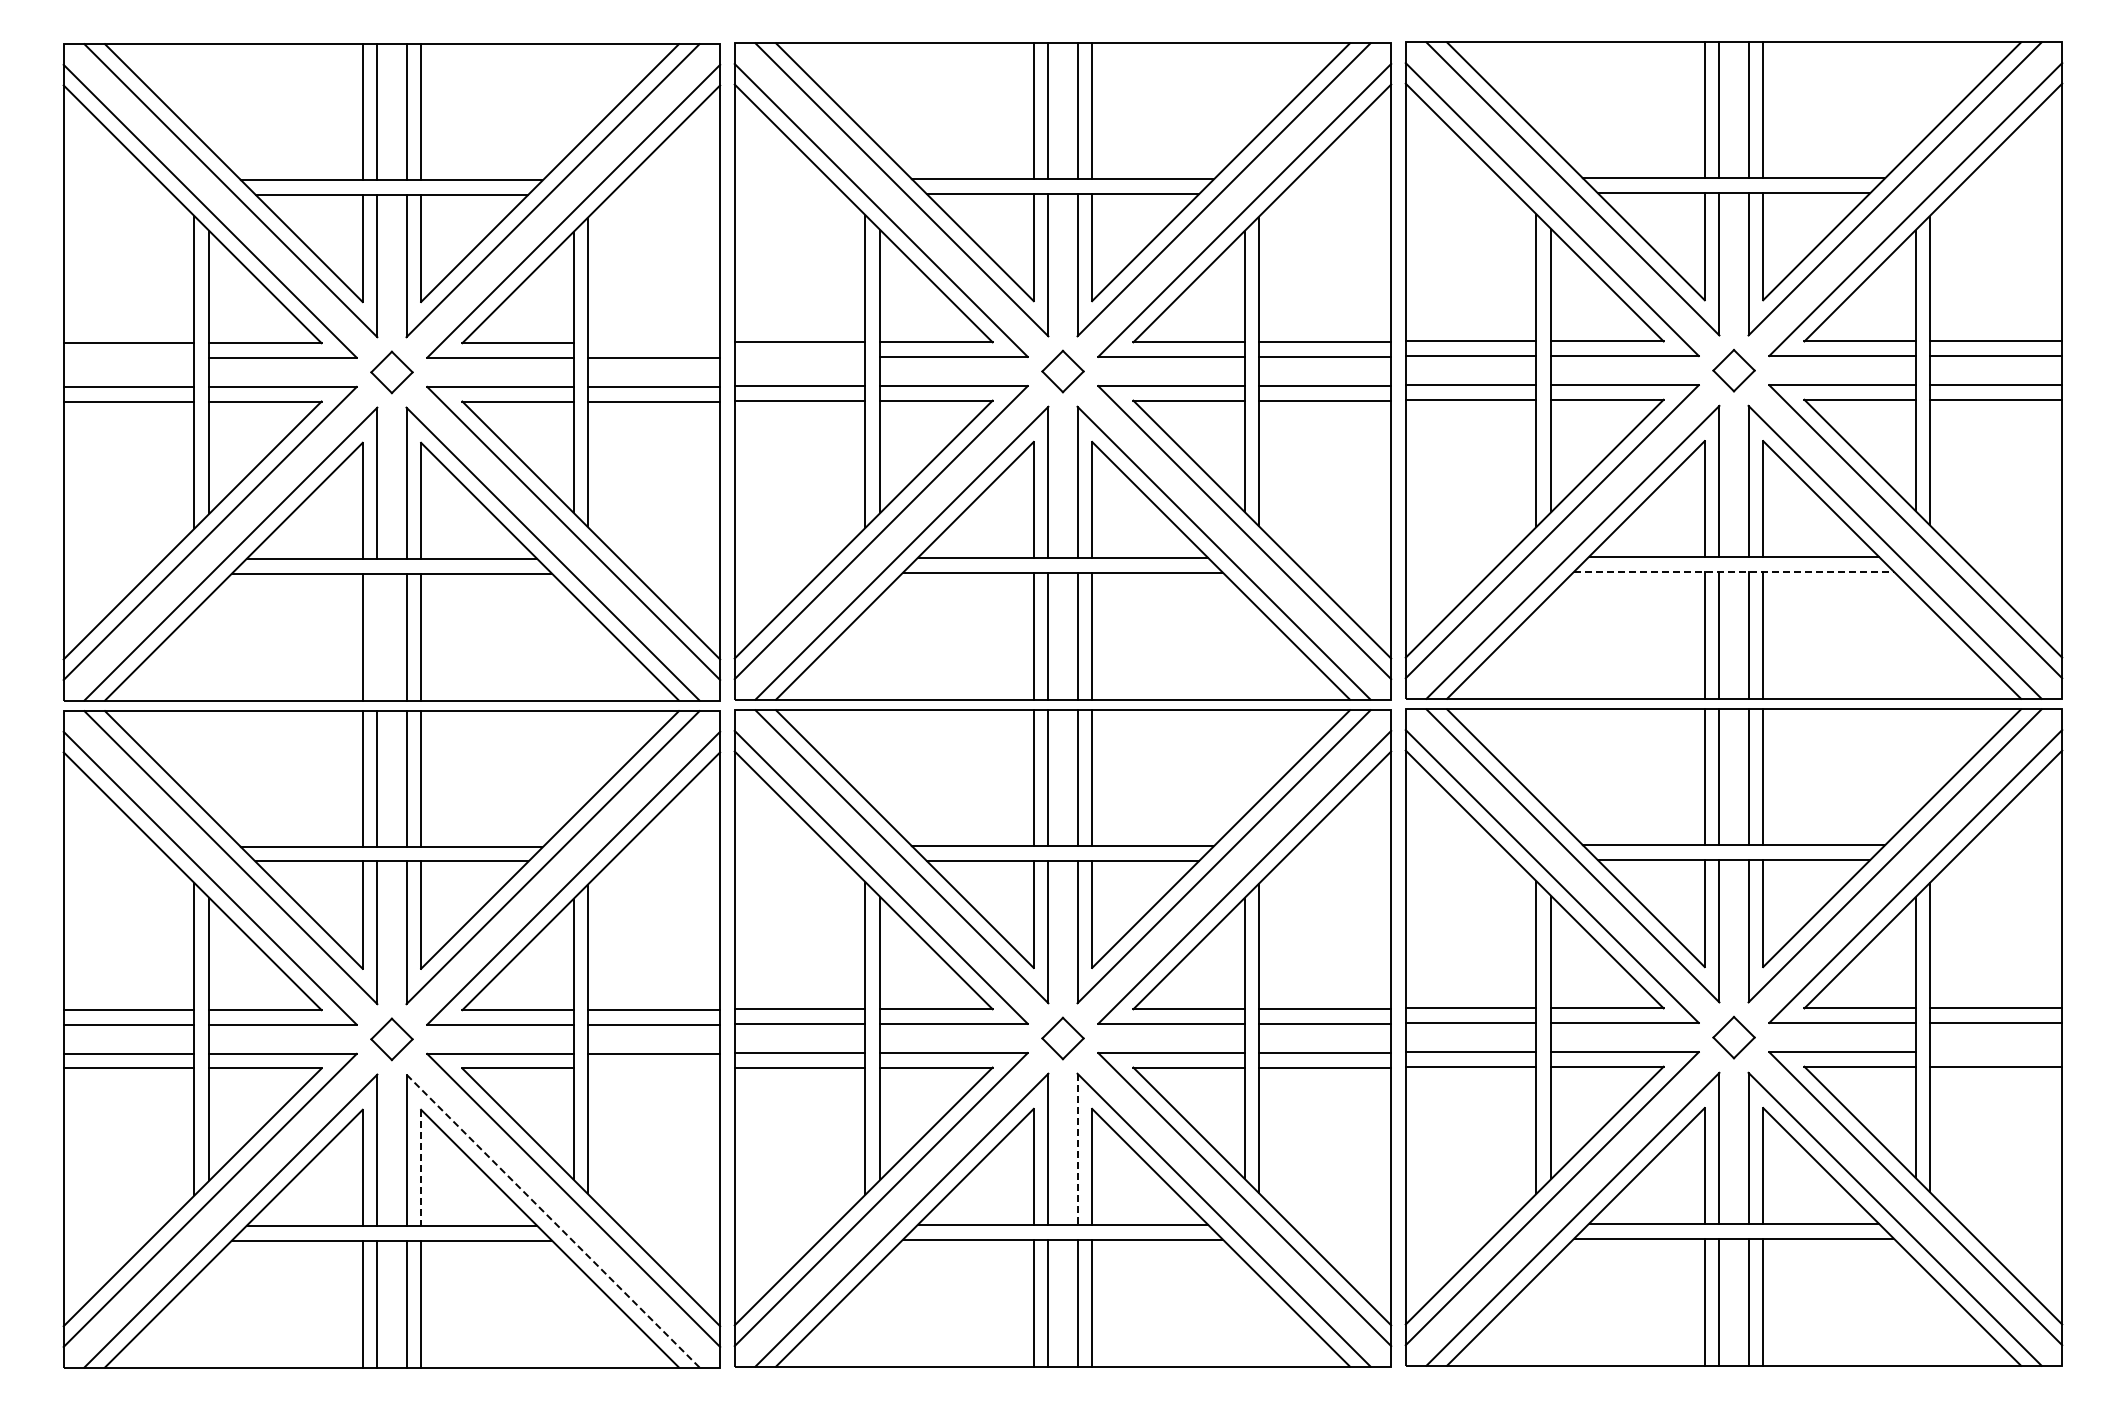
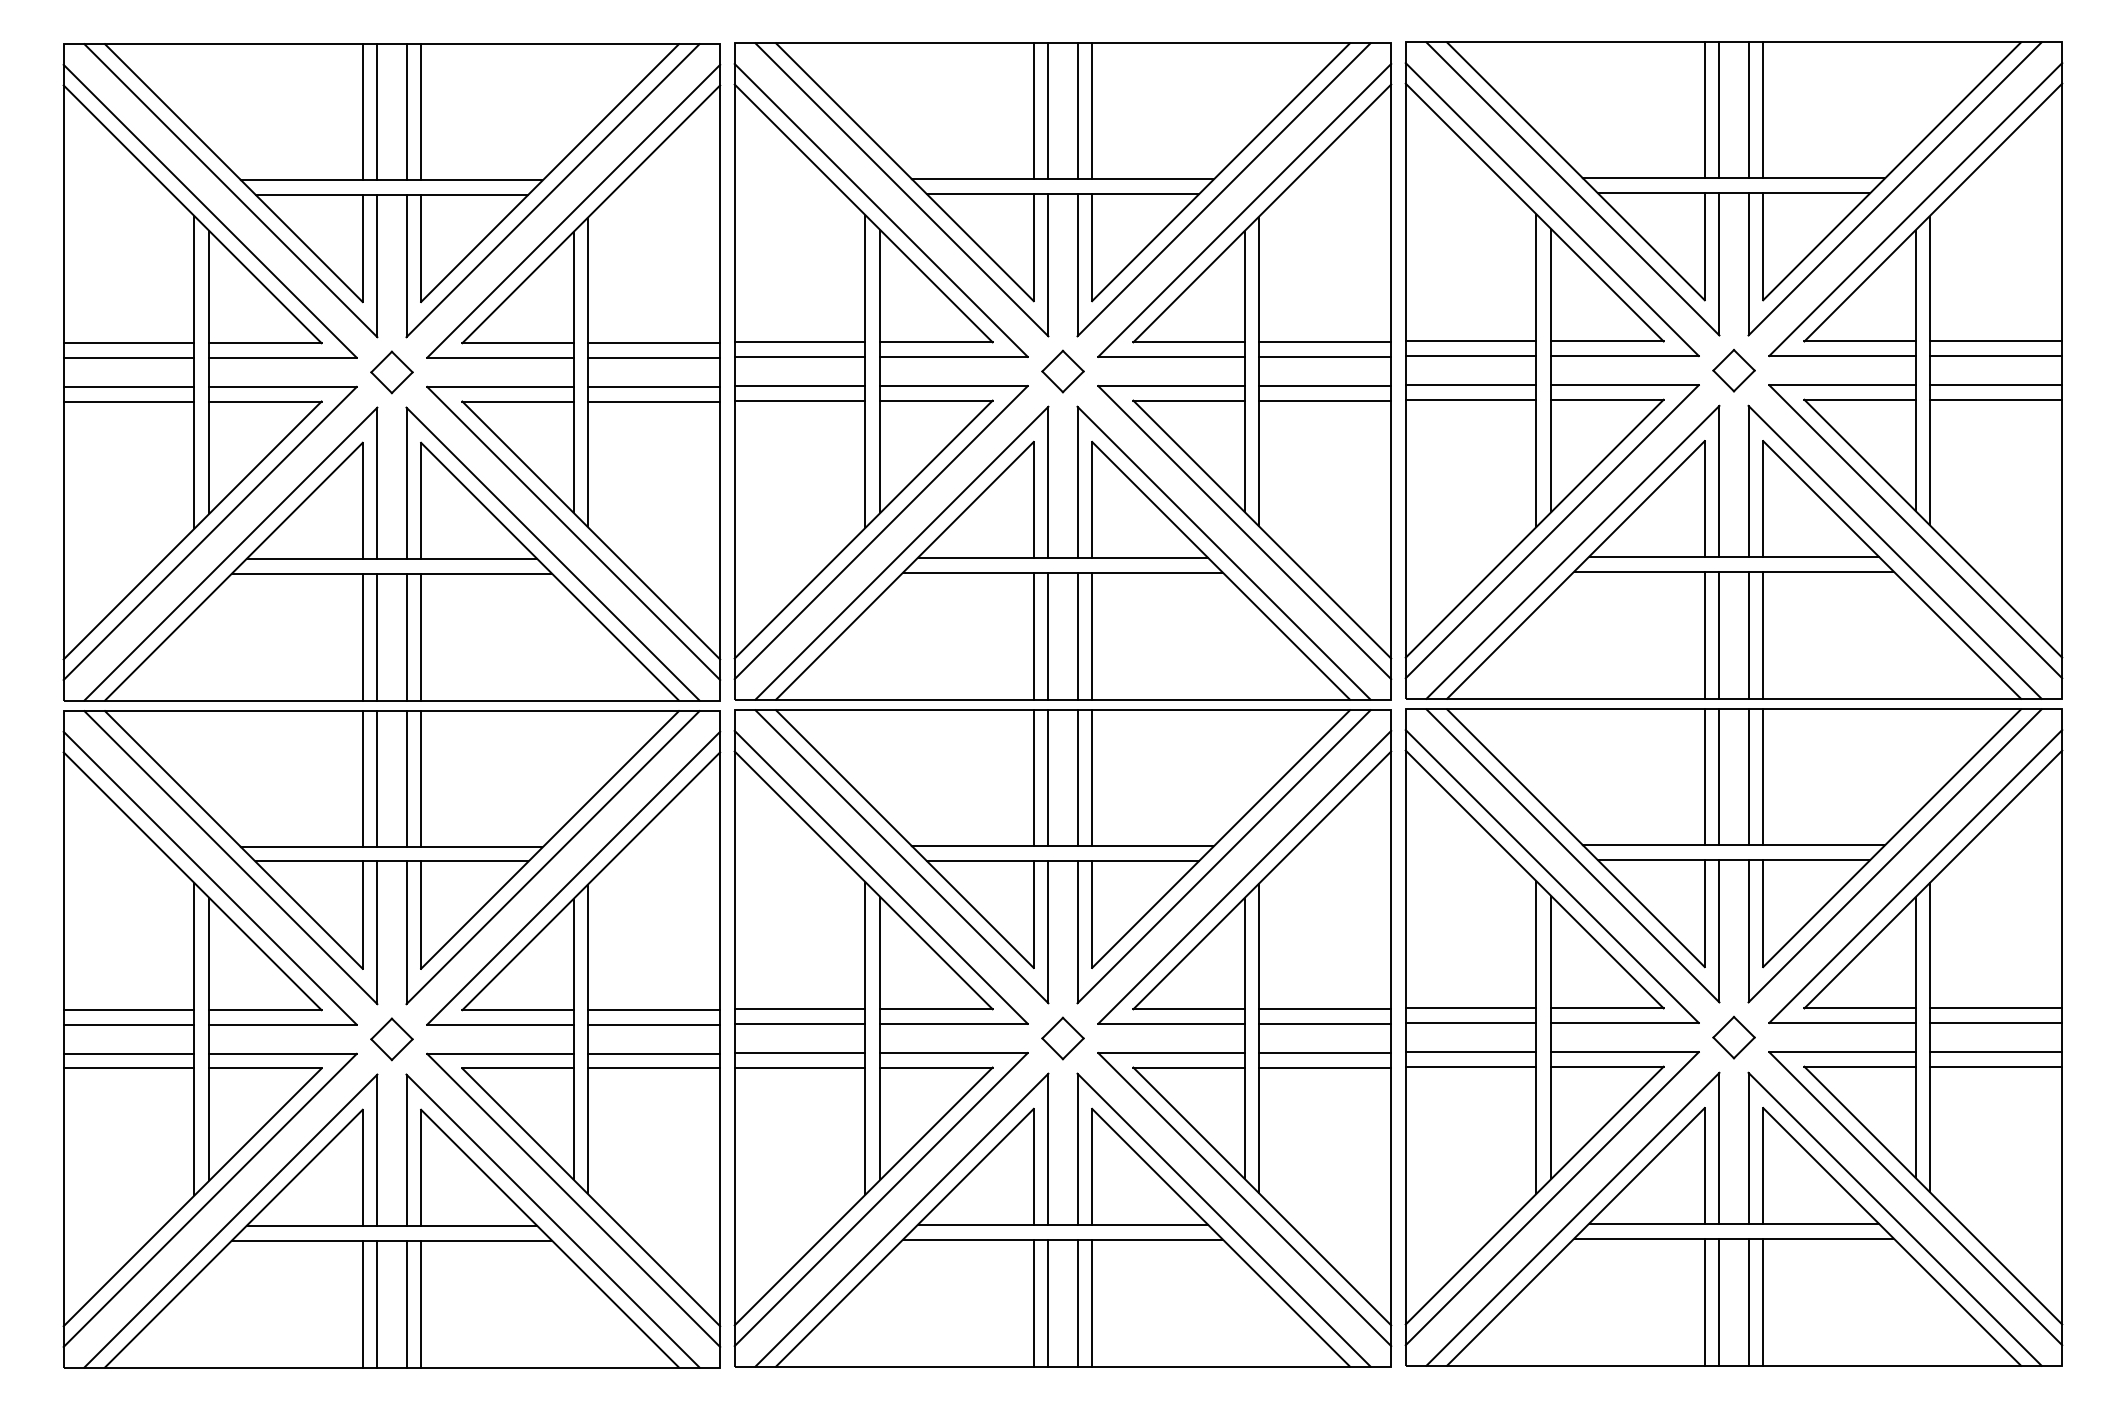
line at (654, 343): none -> present
line at (799, 356): none -> present
line at (128, 357): none -> present
line at (1734, 572): dashed -> solid
line at (377, 636): none -> present
line at (1996, 1052): none -> present
line at (654, 1068): none -> present
line at (1077, 1149): dashed -> solid
line at (421, 1168): dashed -> solid
line at (552, 1220): dashed -> solid
